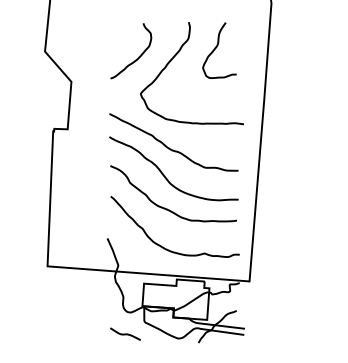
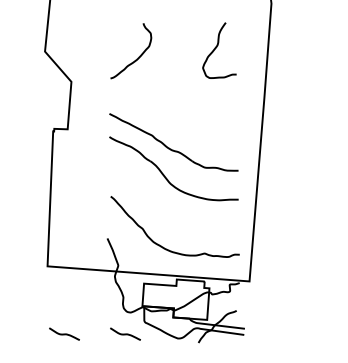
curve at (171, 61): present -> none
curve at (165, 207): present -> none
curve at (64, 333): none -> present
